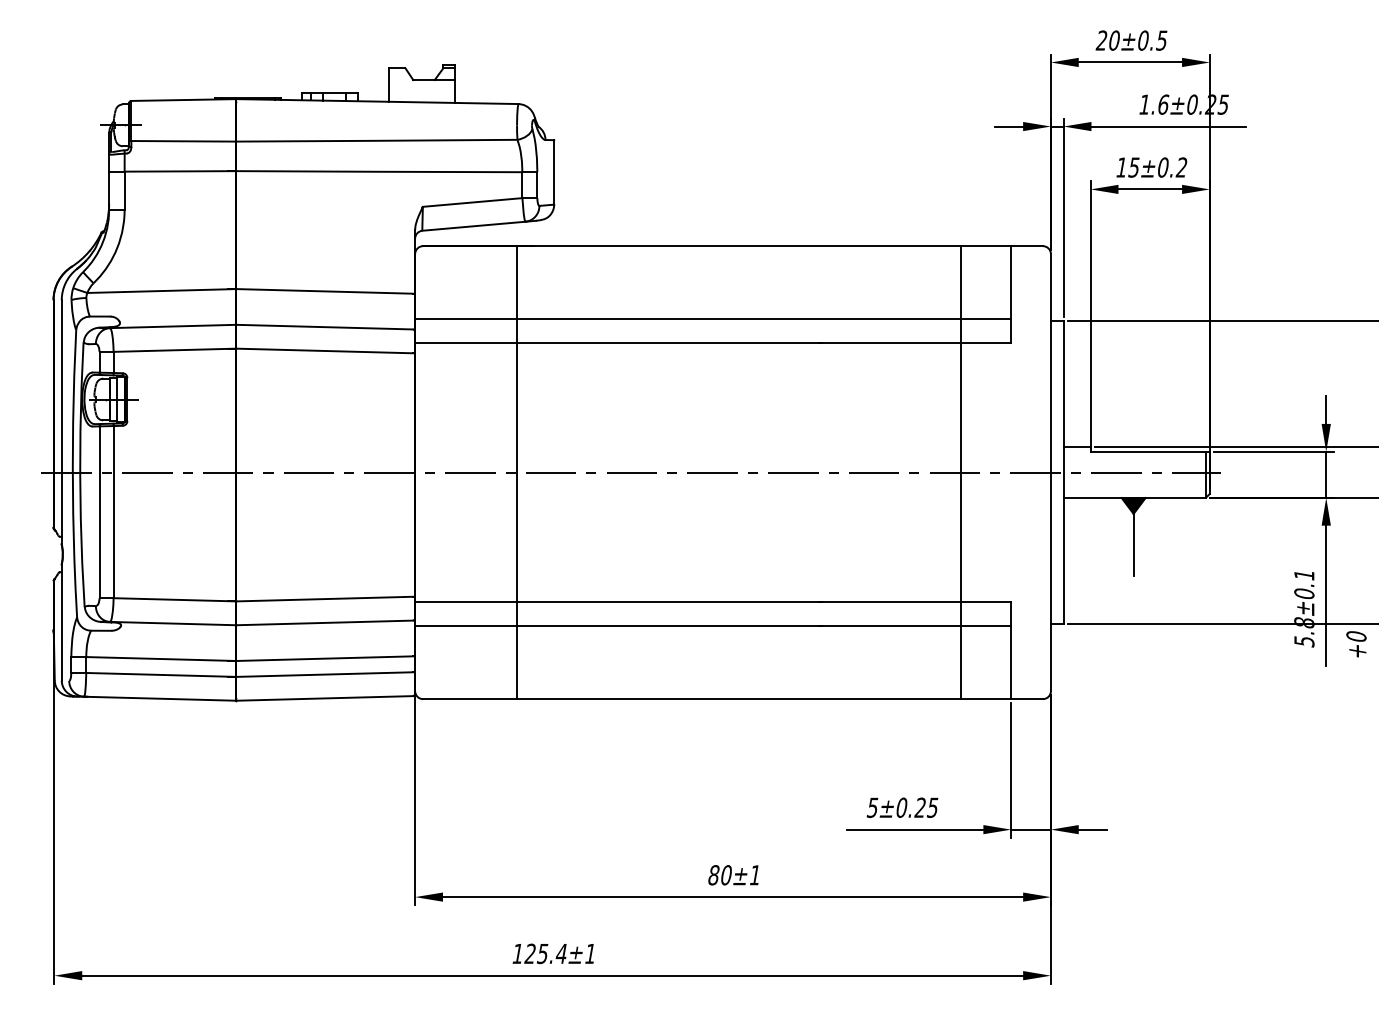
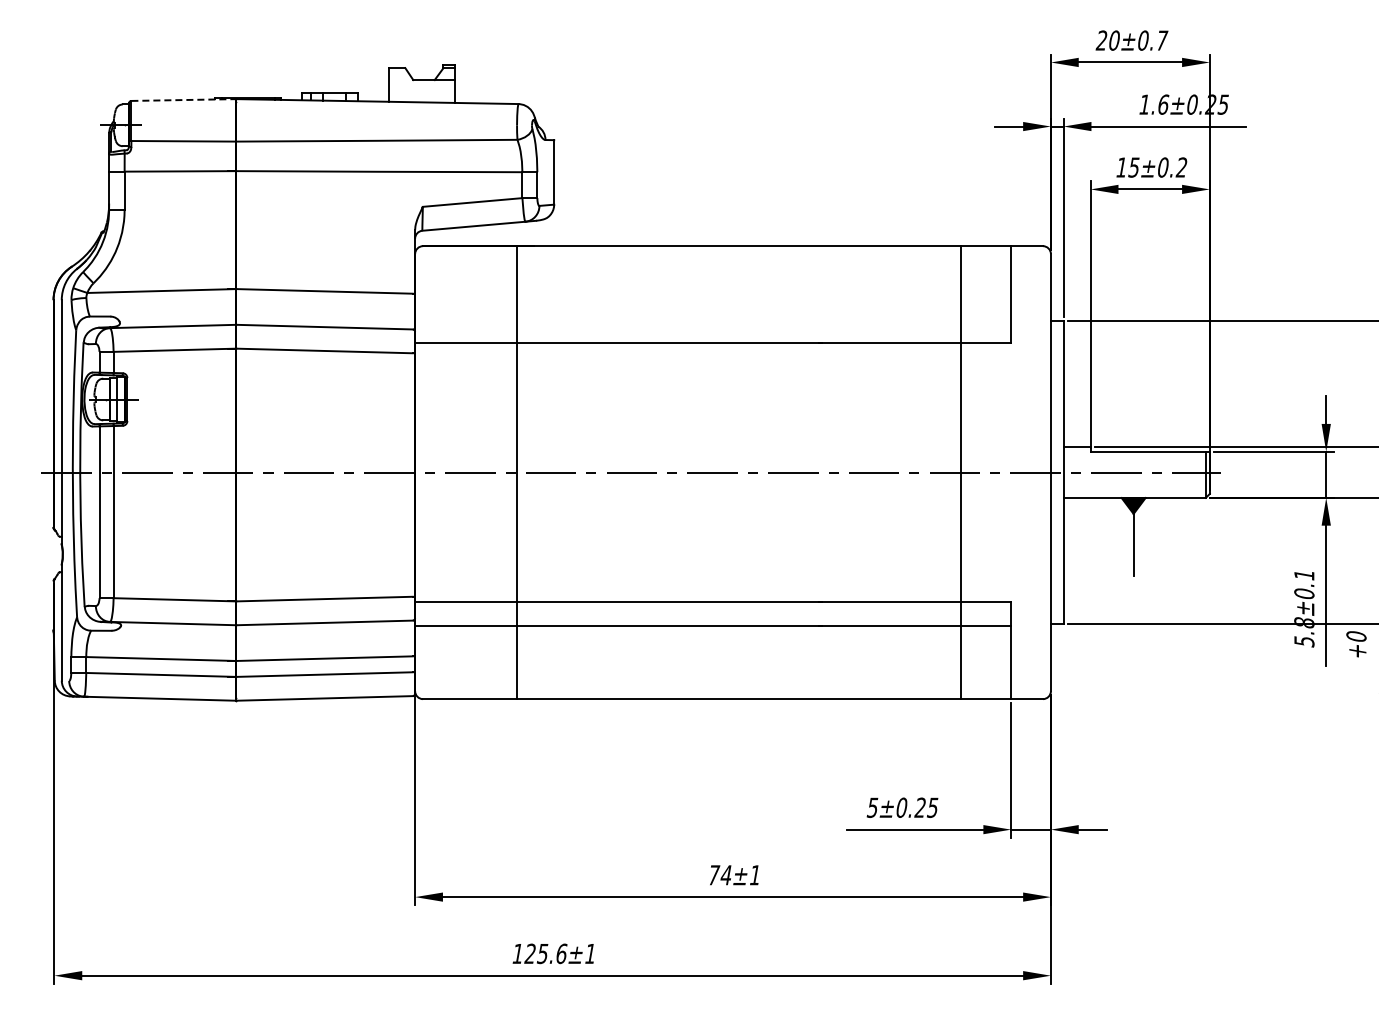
text at (1162, 40): 20±0.5 -> 20±0.7
line at (184, 100): solid -> dashed
line at (713, 319): present -> none
text at (719, 875): 80±1 -> 74±1
text at (561, 953): 125.4±1 -> 125.6±1
